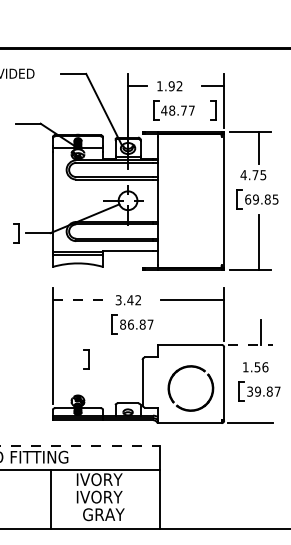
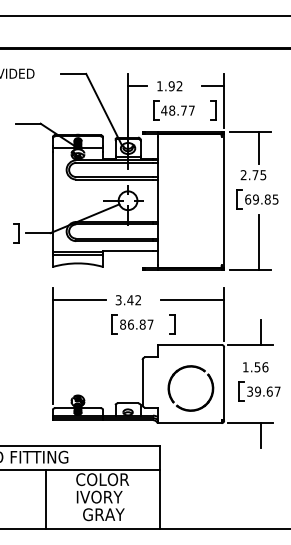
line at (144, 16): none -> present
text at (243, 175): 4.75 -> 2.75
line at (79, 300): dashed -> solid
line at (250, 344): dashed -> solid
part at (86, 359) position: (86, 359) -> (172, 324)
text at (269, 391): 39.87 -> 39.67
line at (260, 435): none -> present
line at (80, 445): dashed -> solid
text at (102, 479): IVORY -> COLOR
line at (51, 498) position: (51, 498) -> (46, 498)
